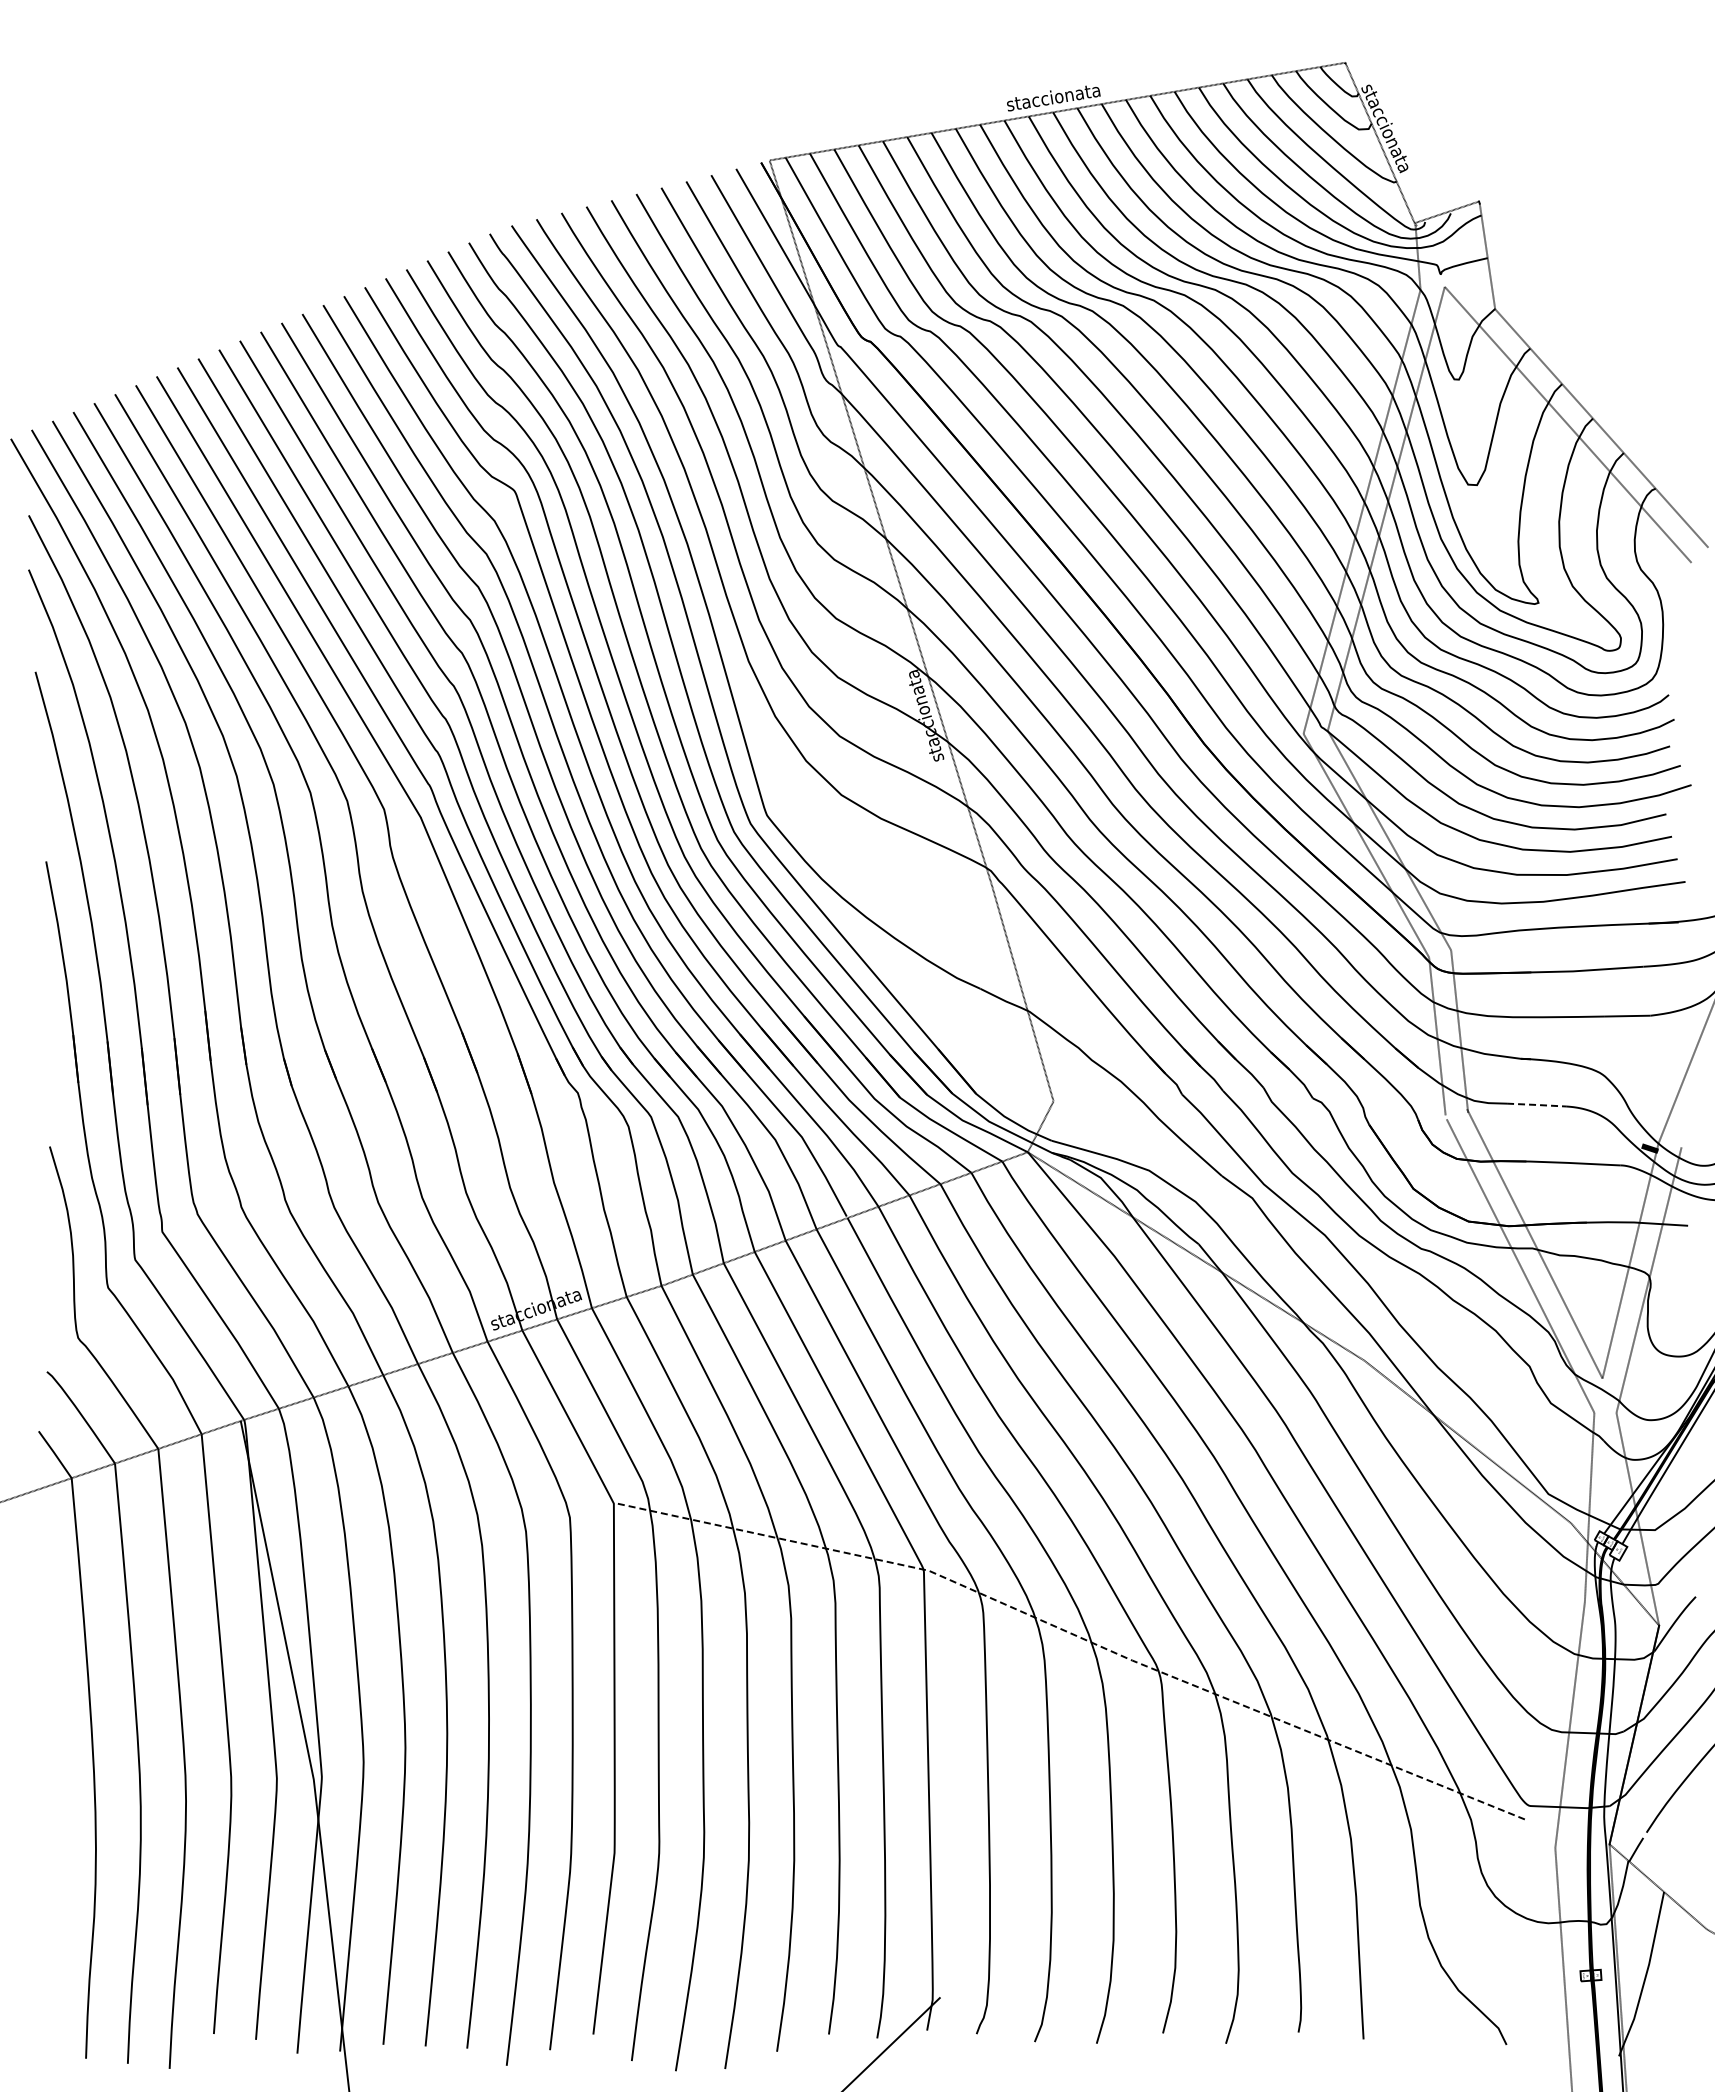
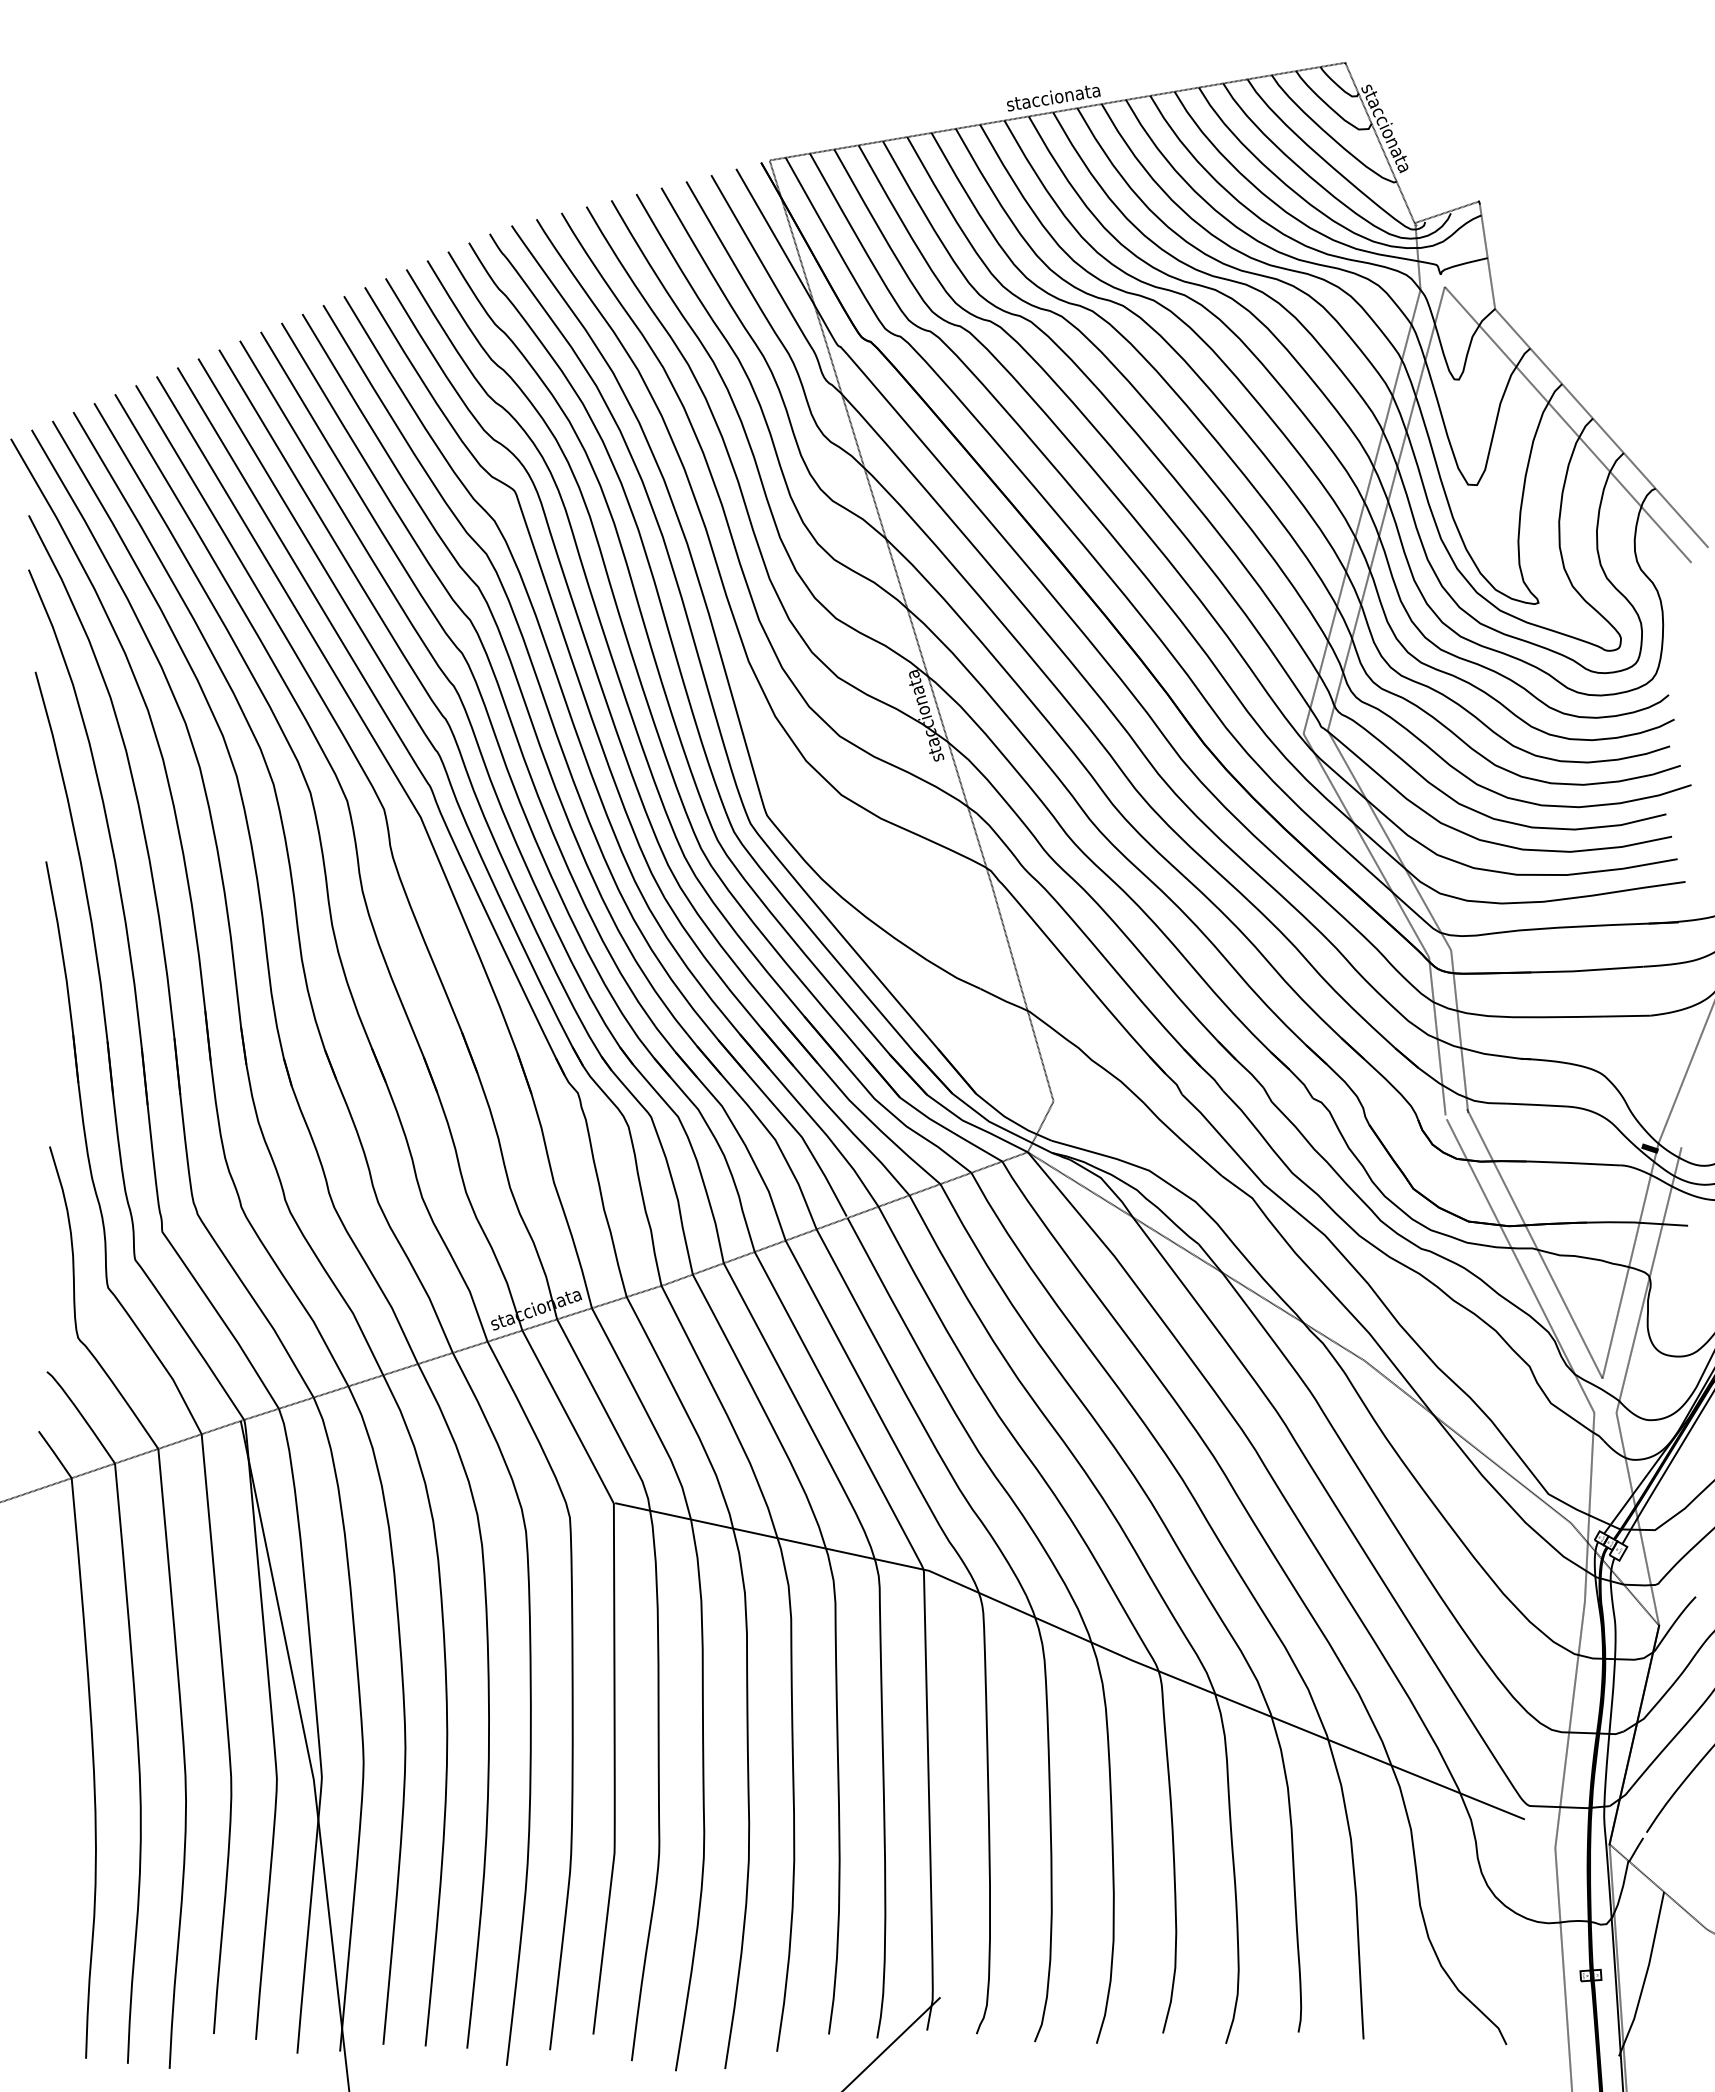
line at (1536, 1104): dashed -> solid
line at (1076, 1636): dashed -> solid
